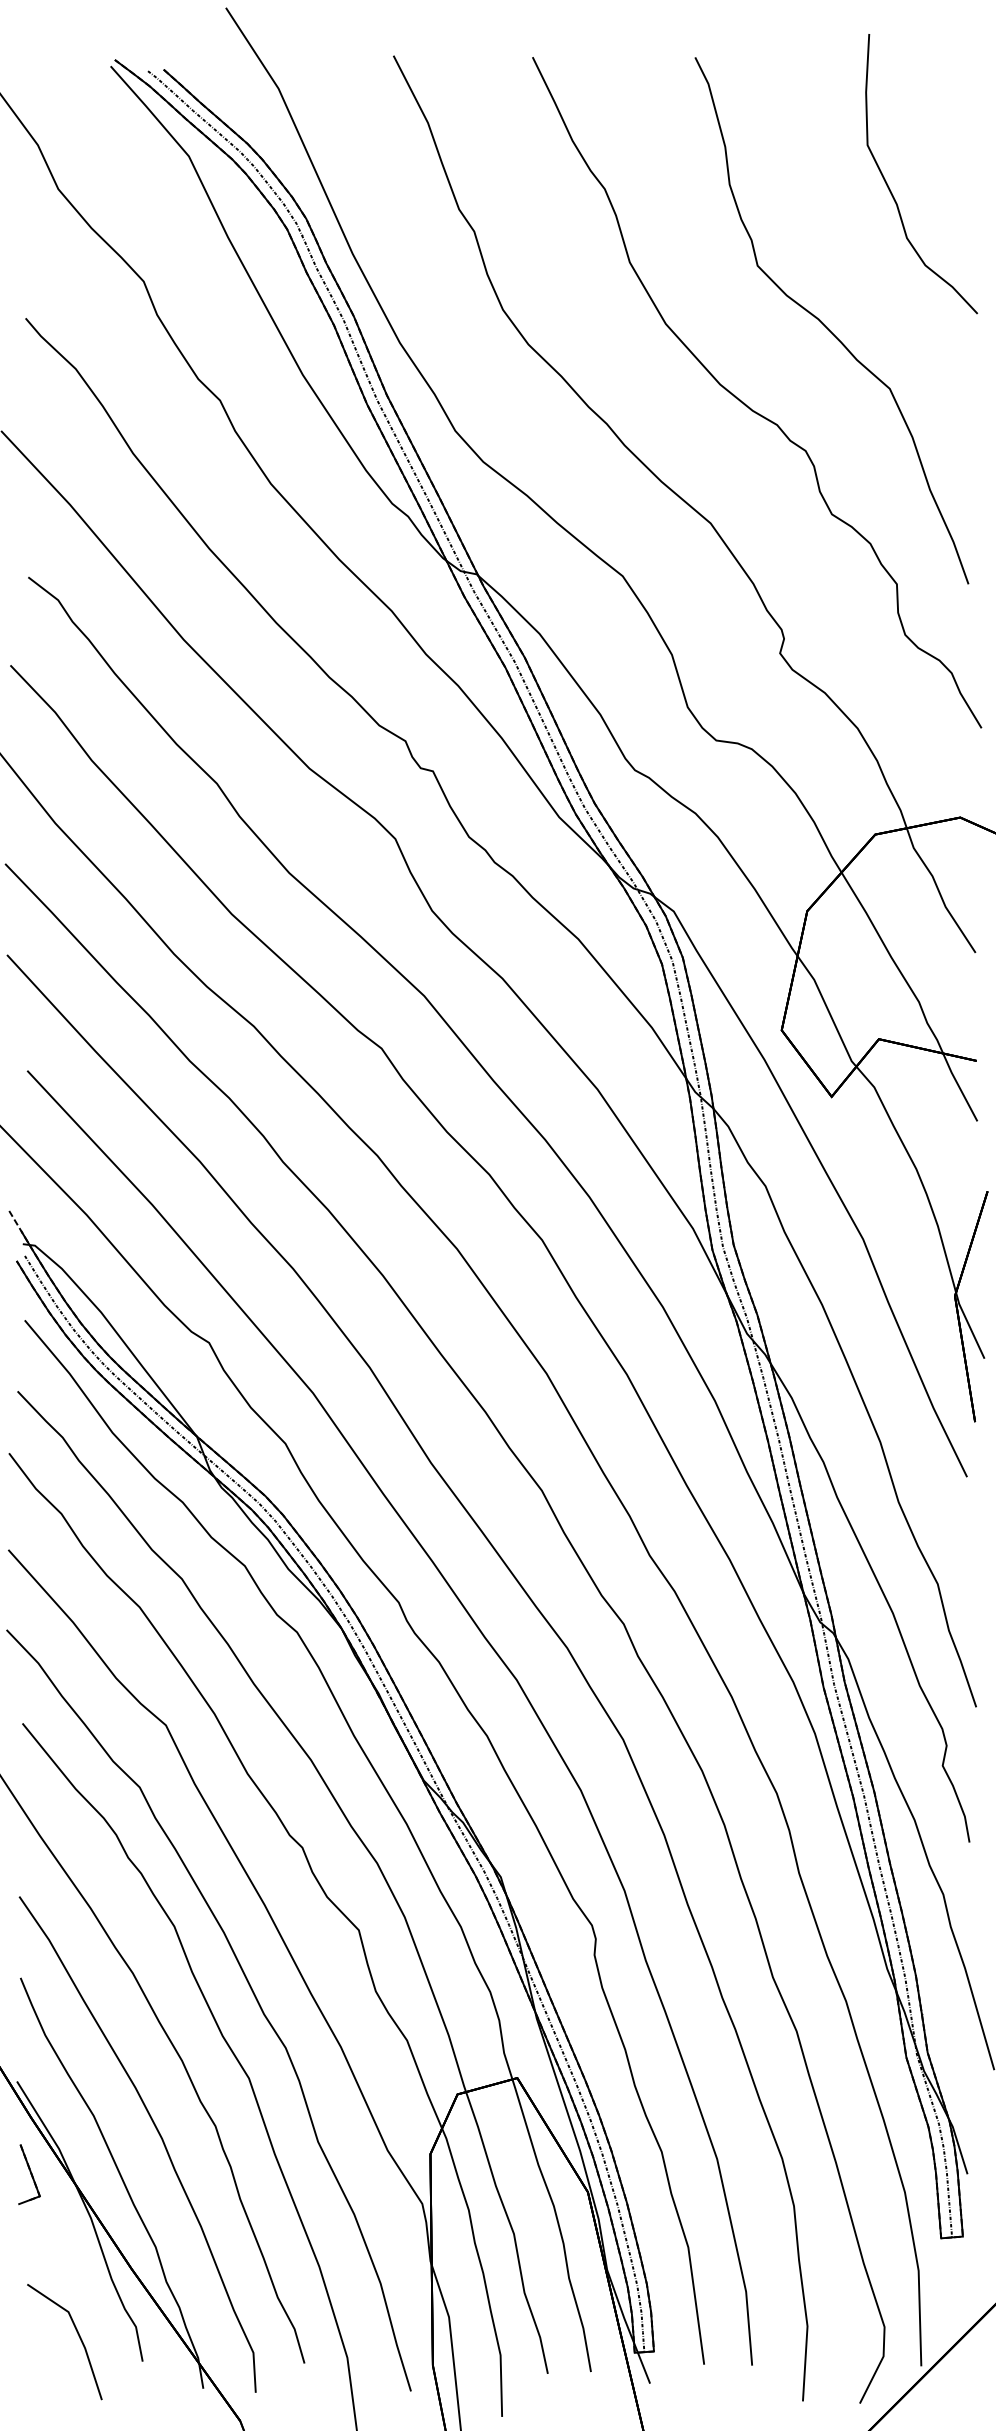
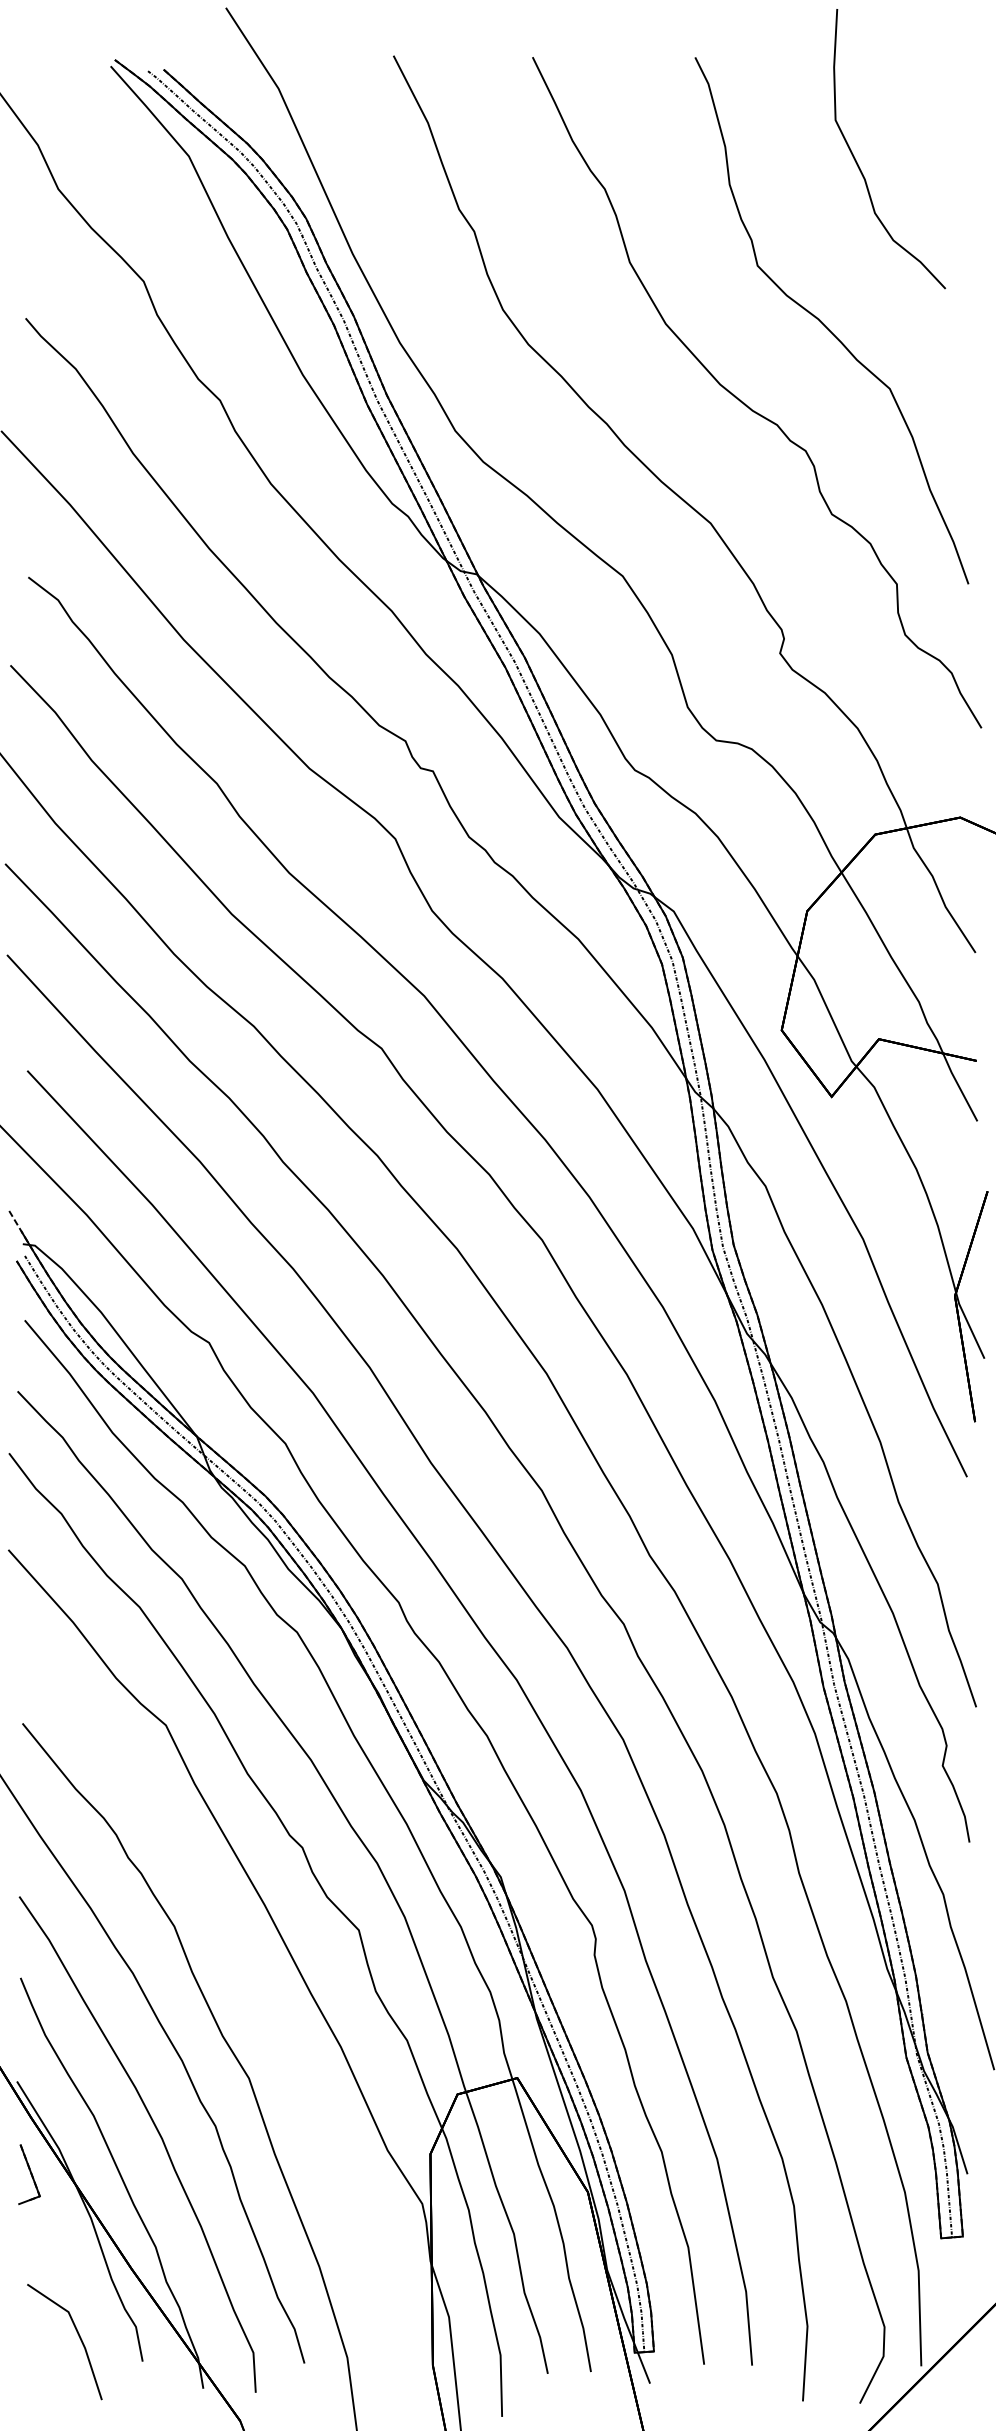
curve at (890, 189) position: (890, 189) -> (858, 164)
curve at (250, 1989): present -> none
